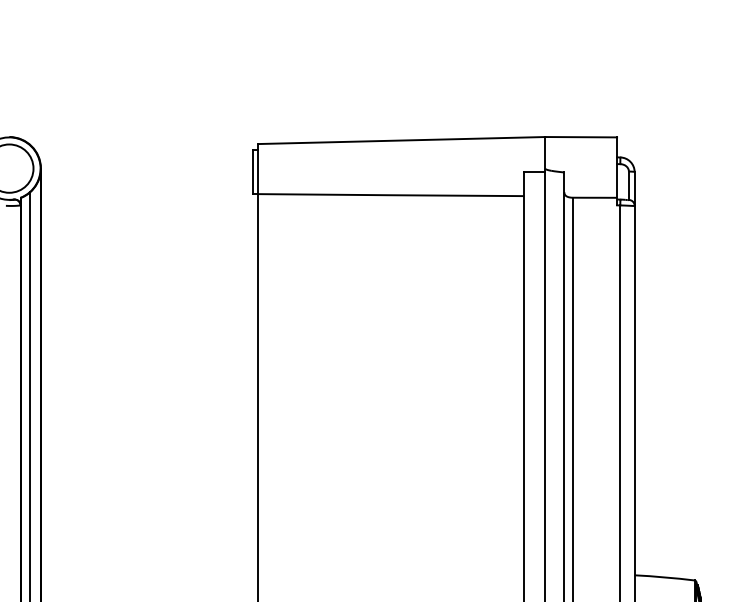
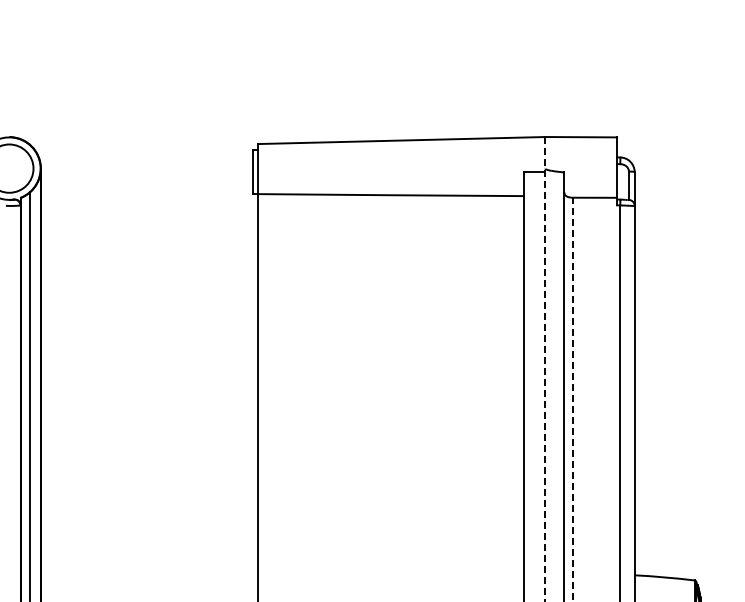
line at (545, 370): solid -> dashed
line at (572, 399): solid -> dashed
